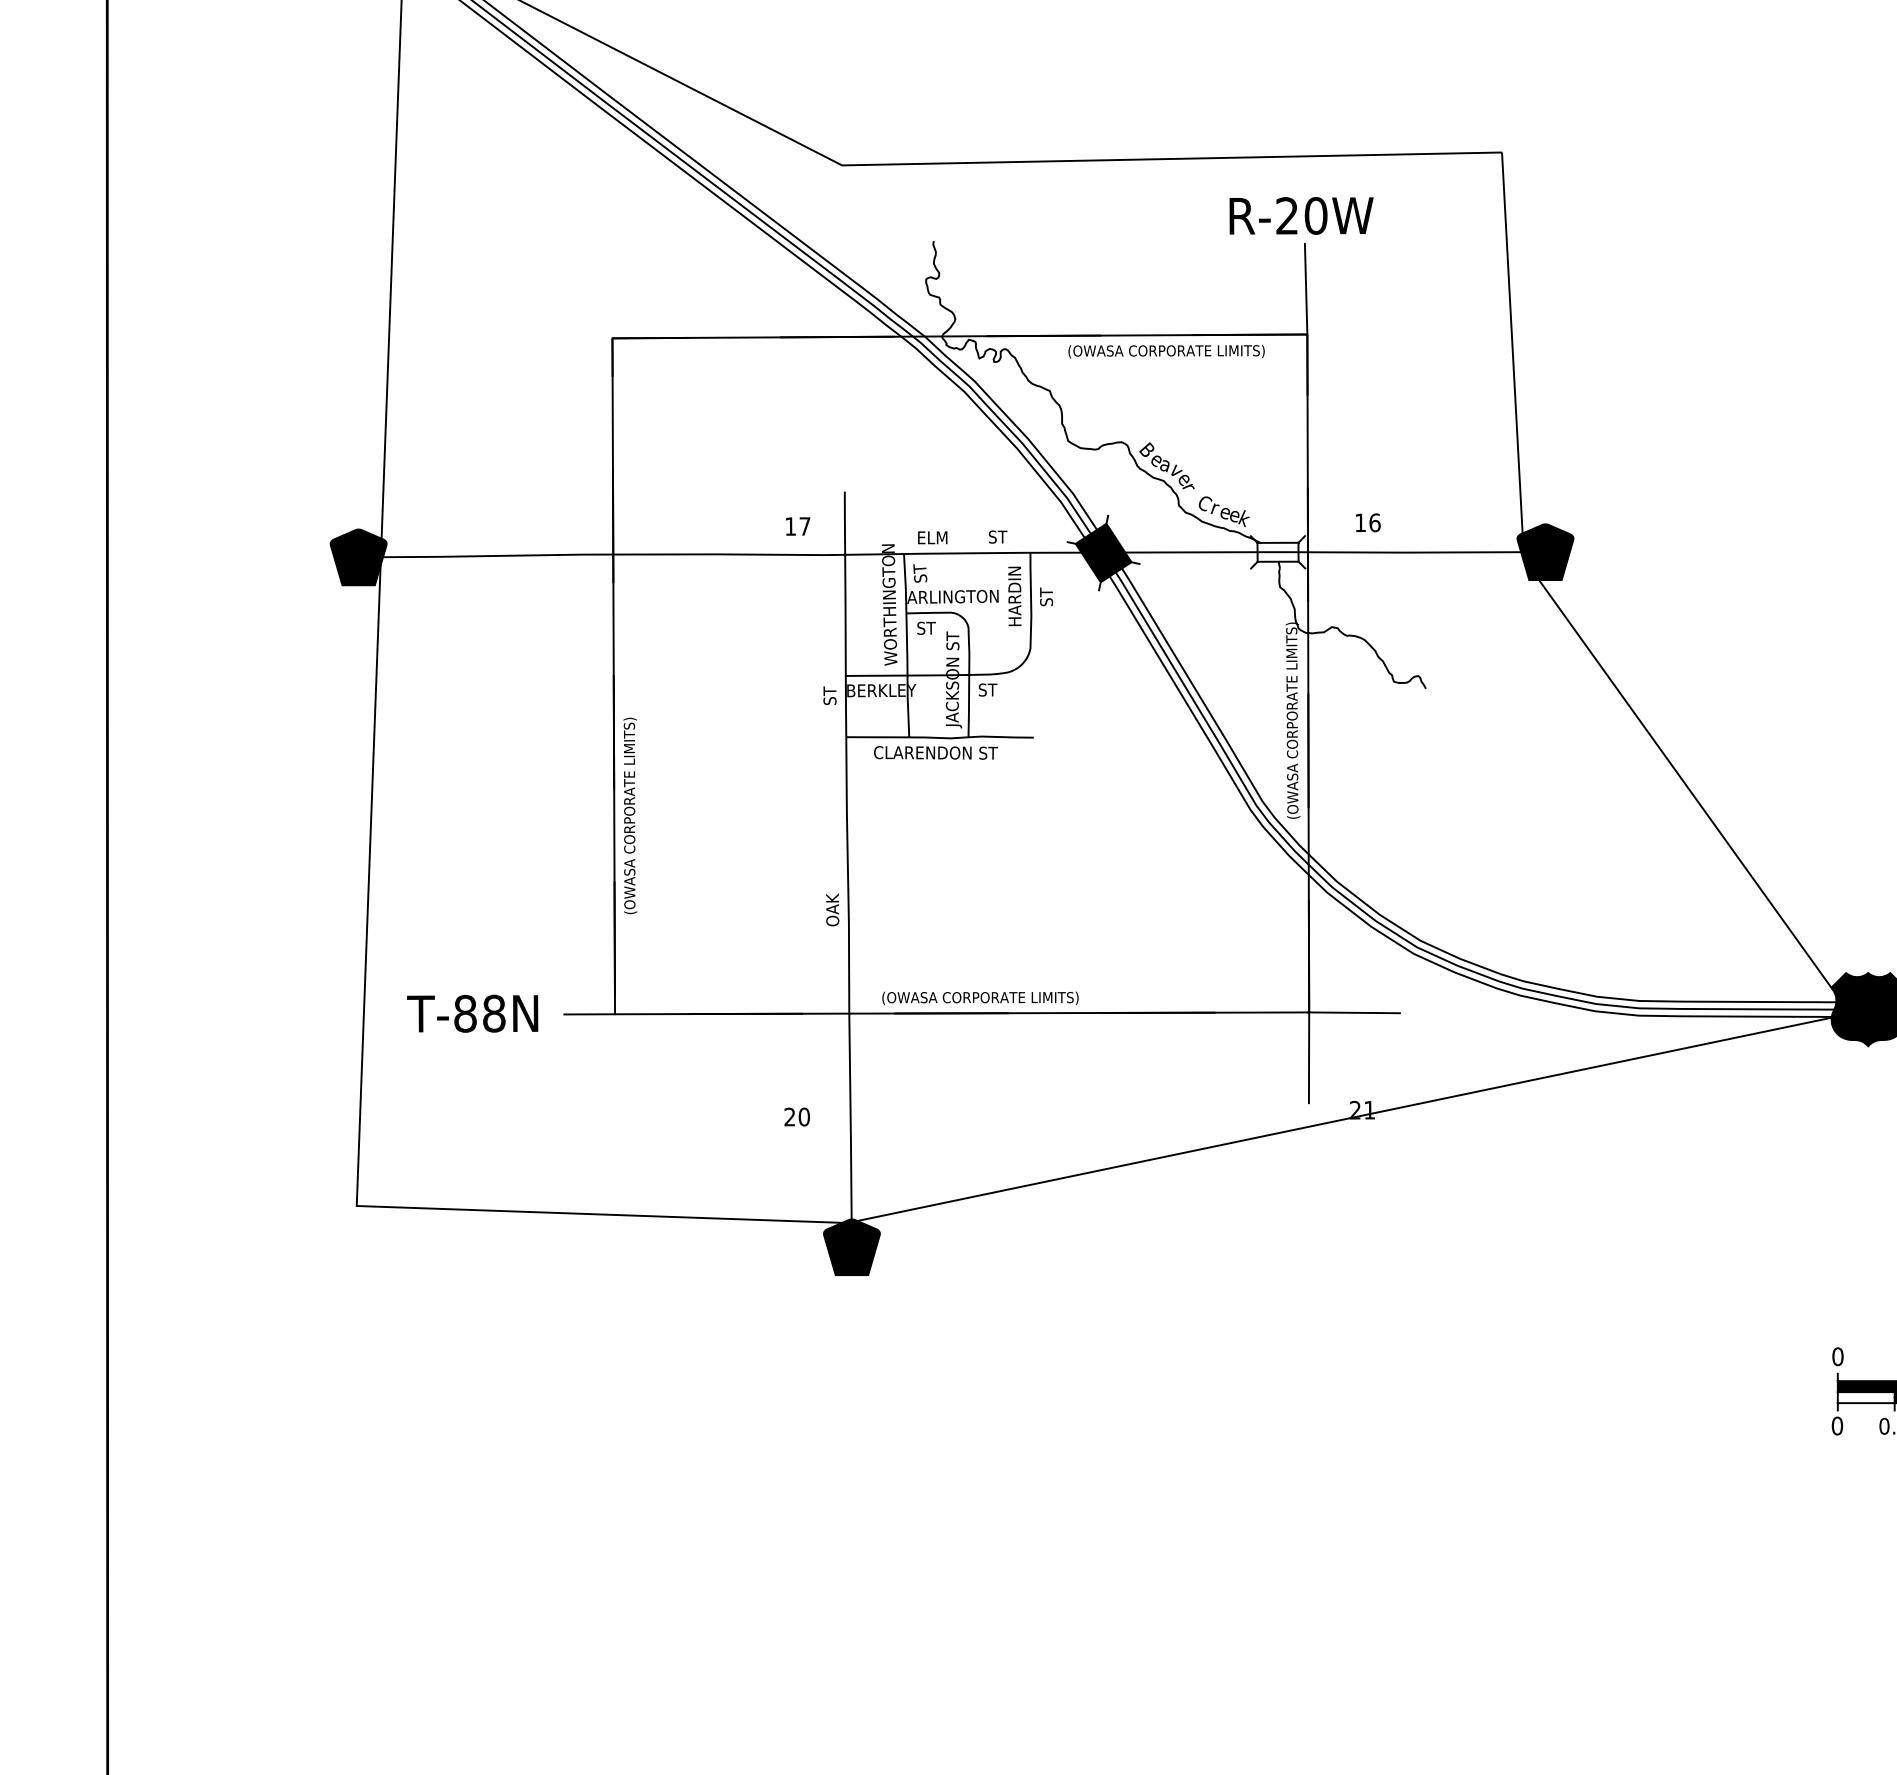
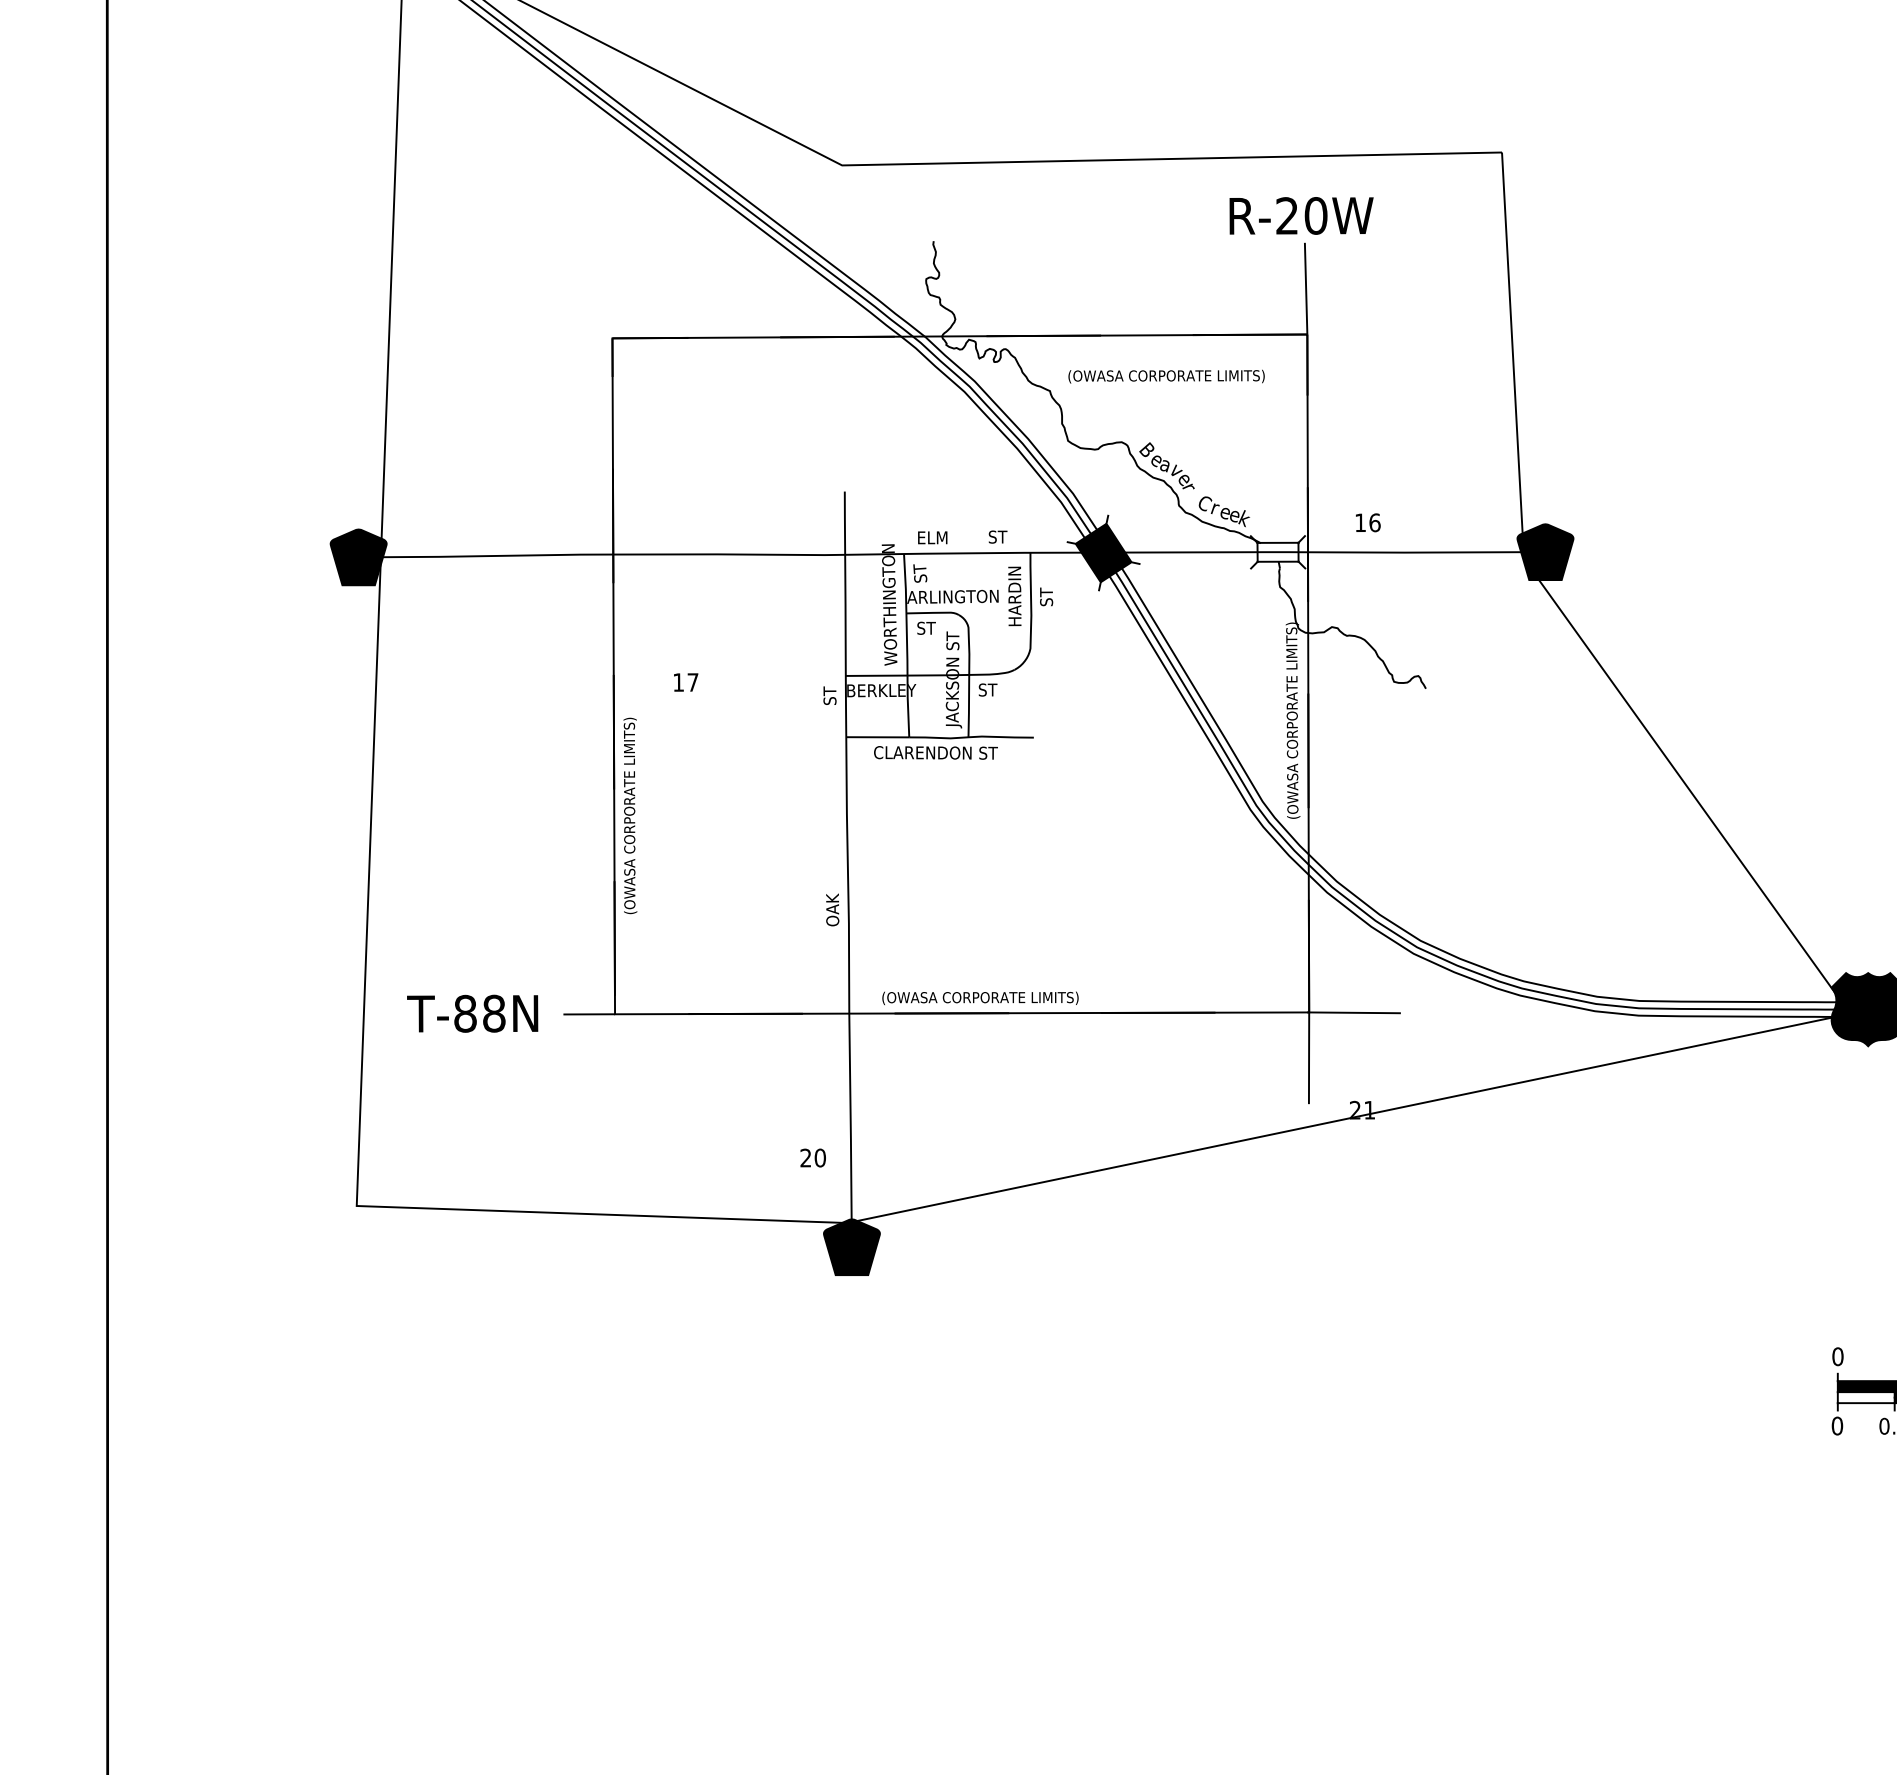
text at (1166, 351) position: (1166, 351) -> (1166, 376)
text at (798, 526) position: (798, 526) -> (686, 682)
text at (796, 1116) position: (796, 1116) -> (812, 1157)
